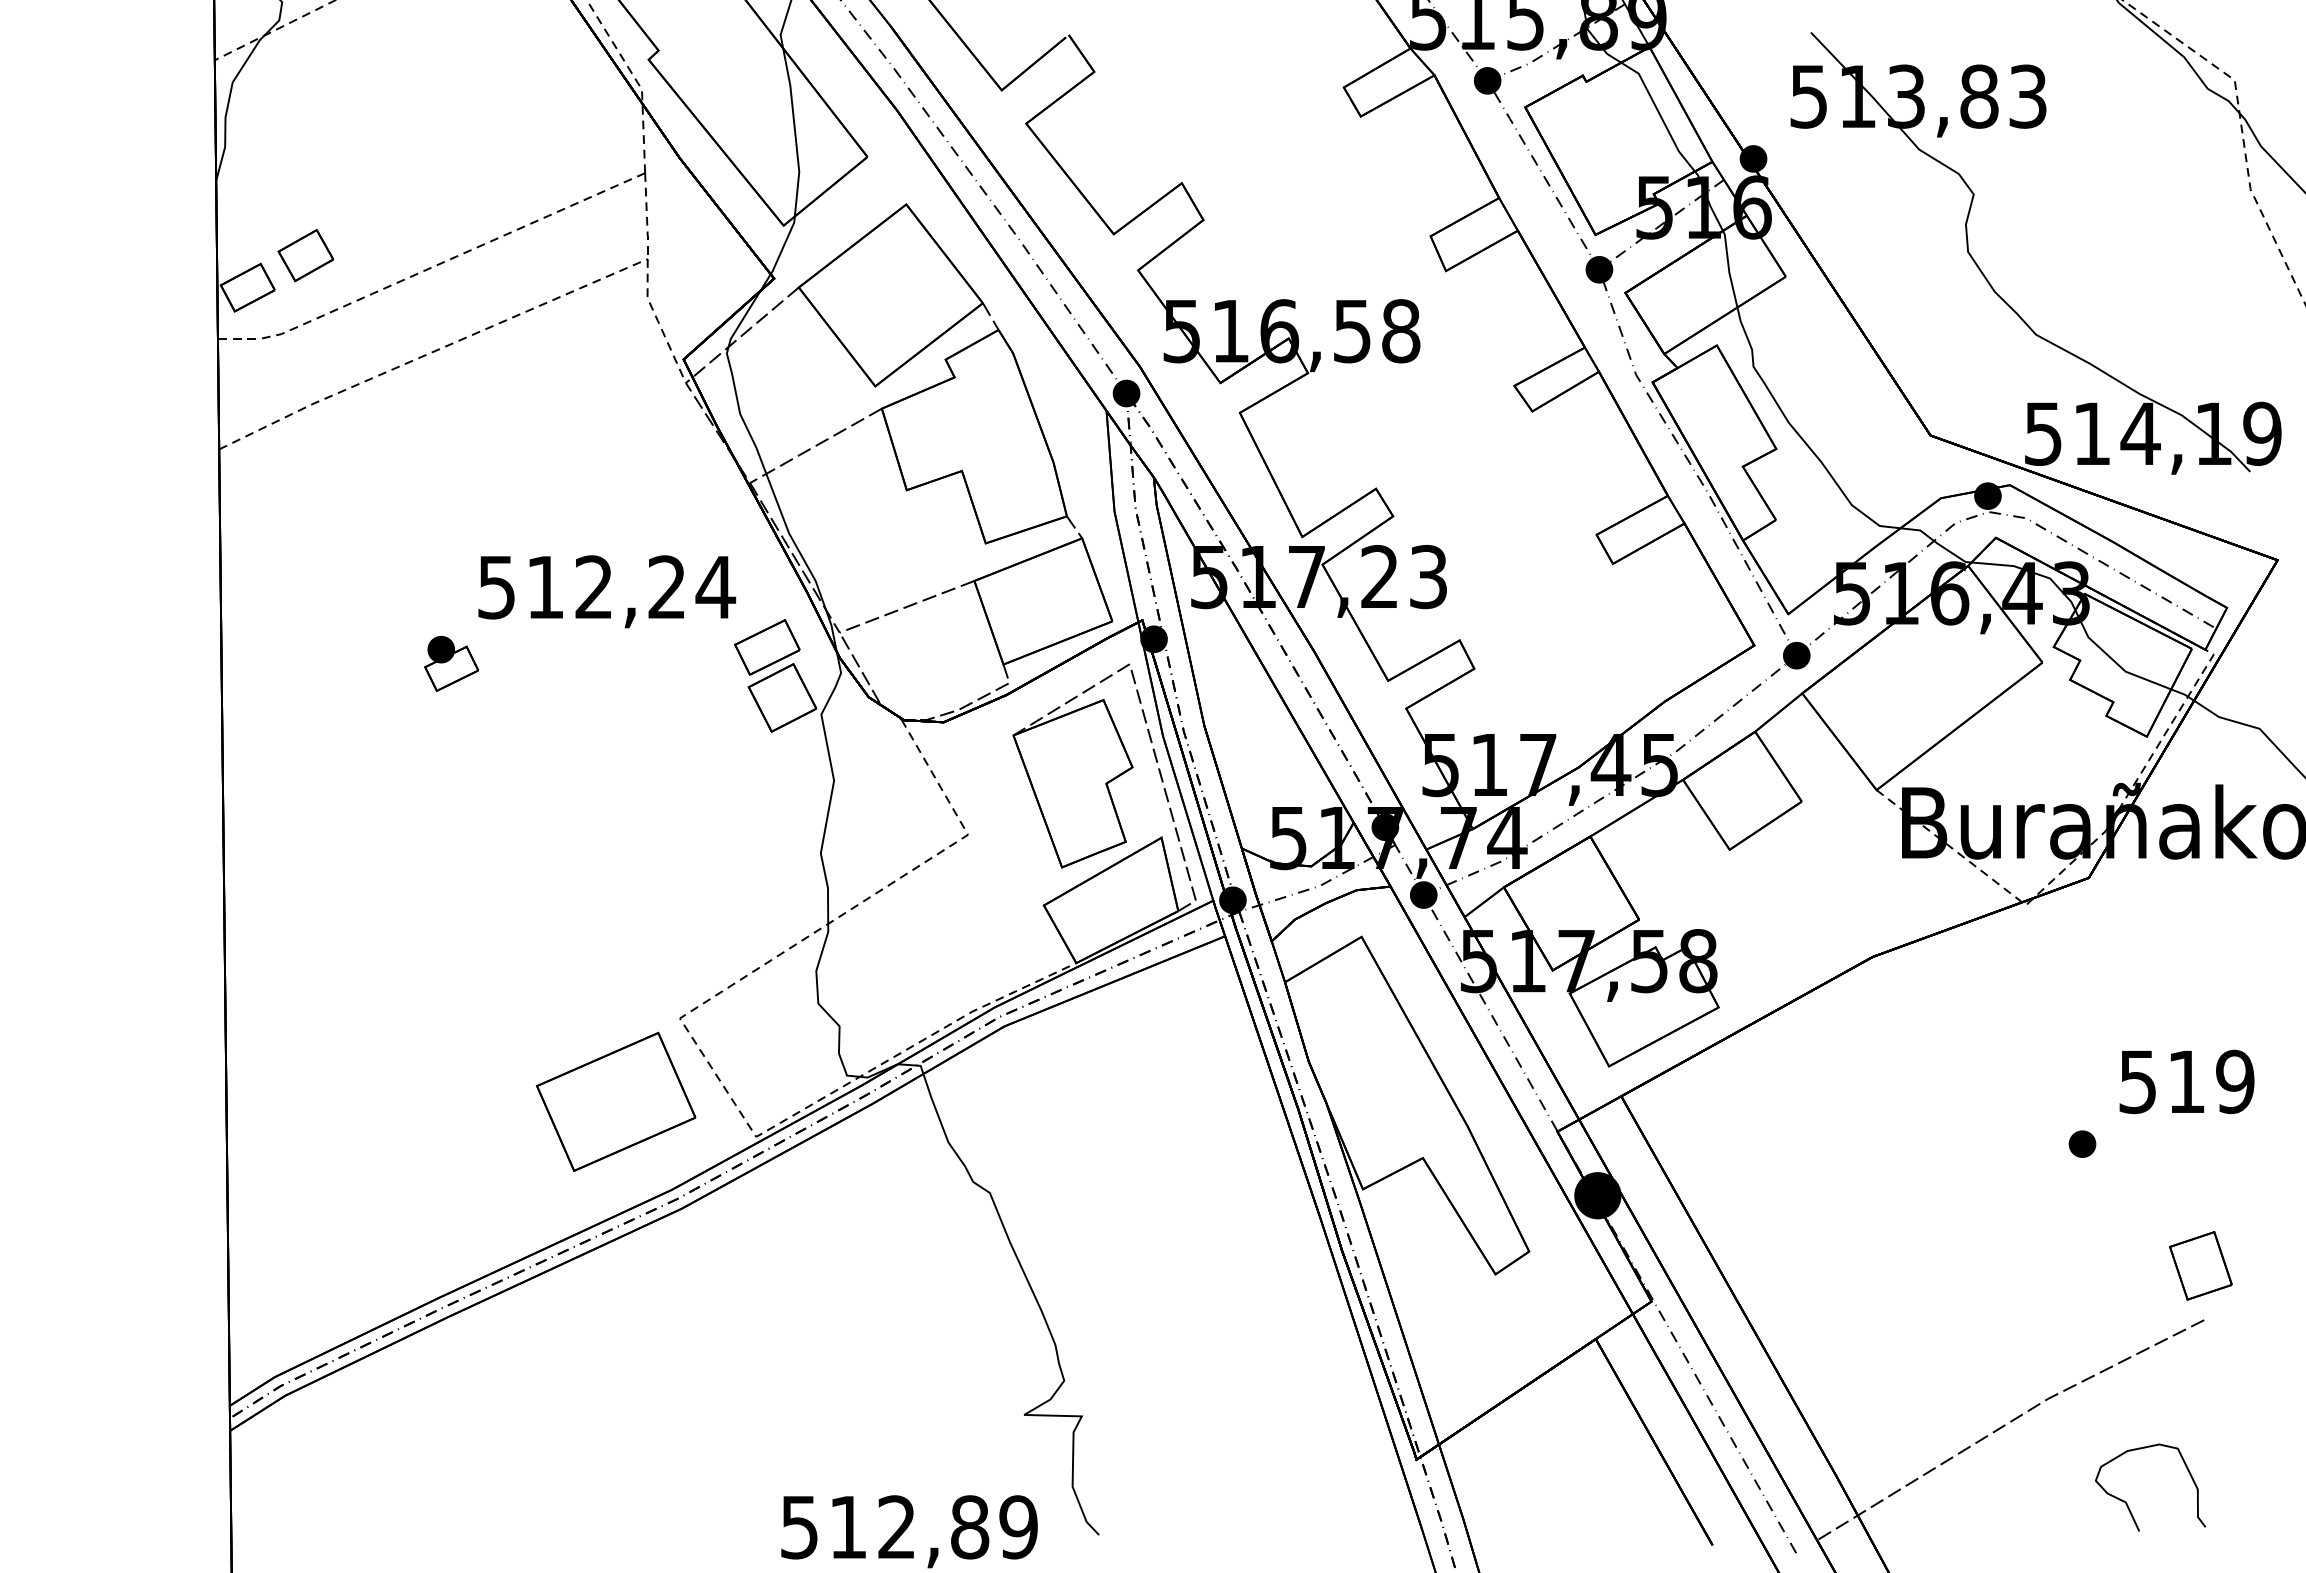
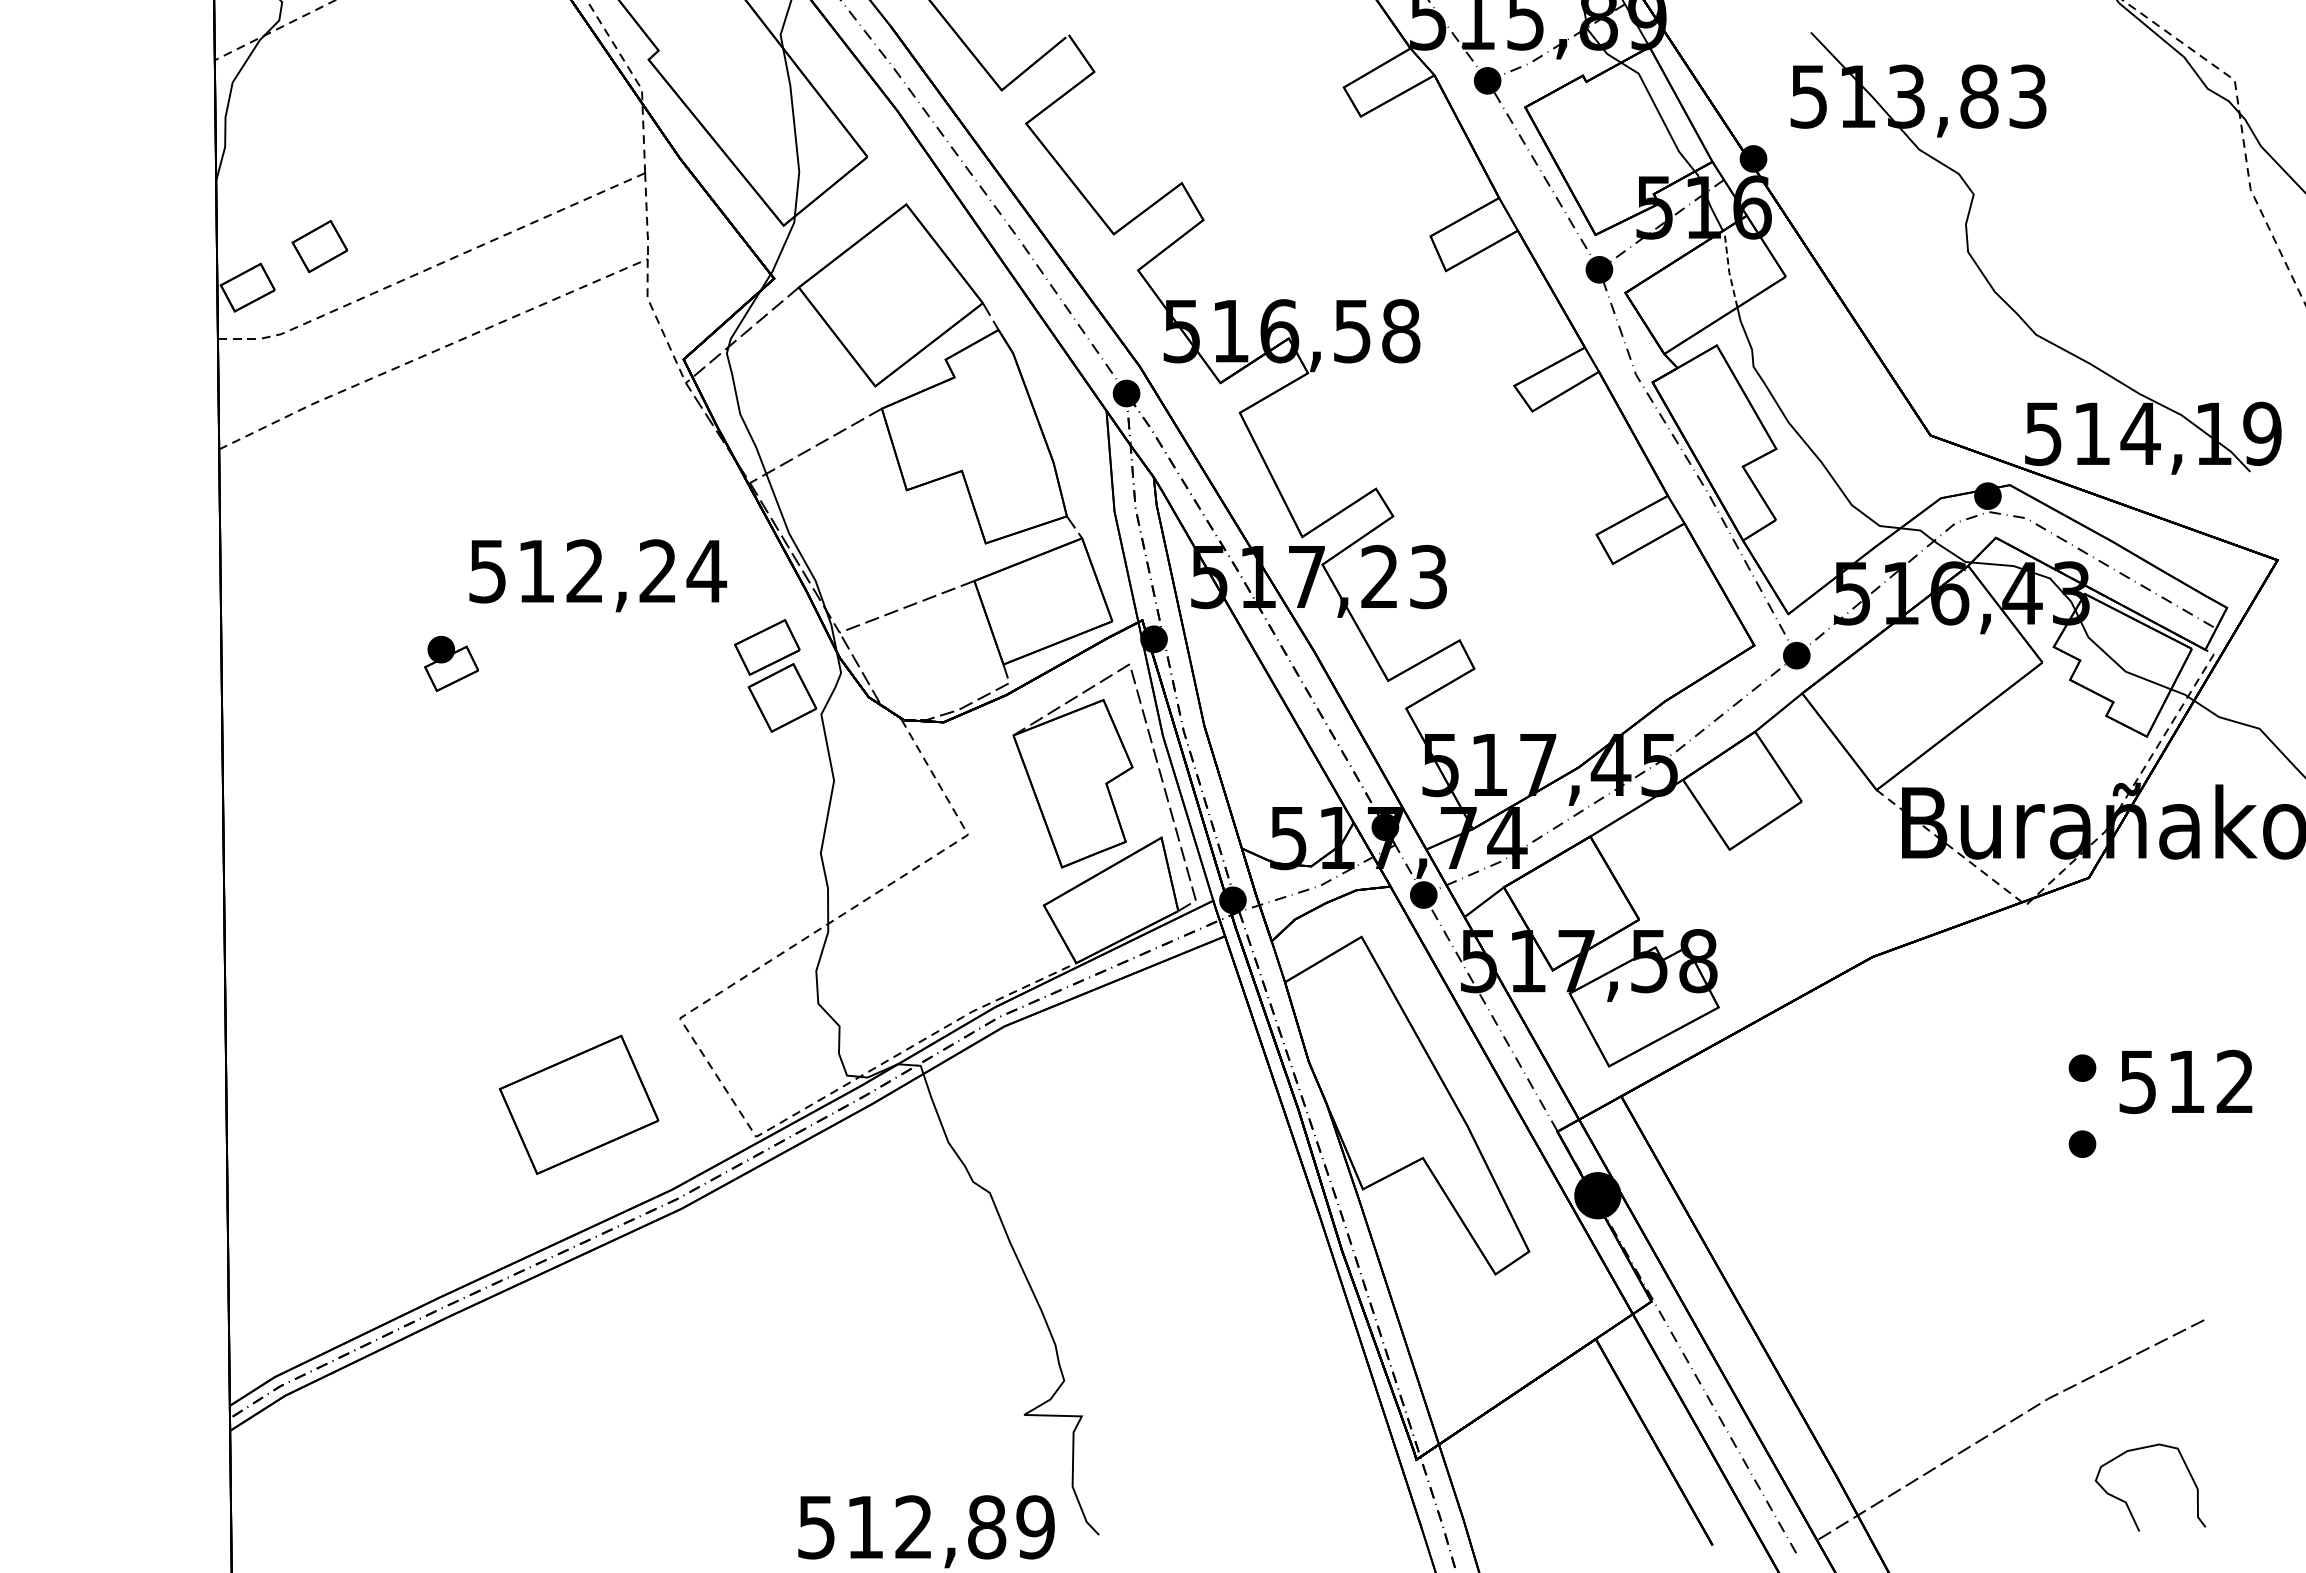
part at (305, 255) position: (305, 255) -> (319, 246)
line at (1728, 268): solid -> dashed
text at (607, 591) position: (607, 591) -> (598, 575)
part at (2082, 1067): none -> present
text at (2235, 1081): 519 -> 512
part at (615, 1101) position: (615, 1101) -> (578, 1104)
part at (2200, 1265): present -> none
text at (909, 1531) position: (909, 1531) -> (926, 1531)
